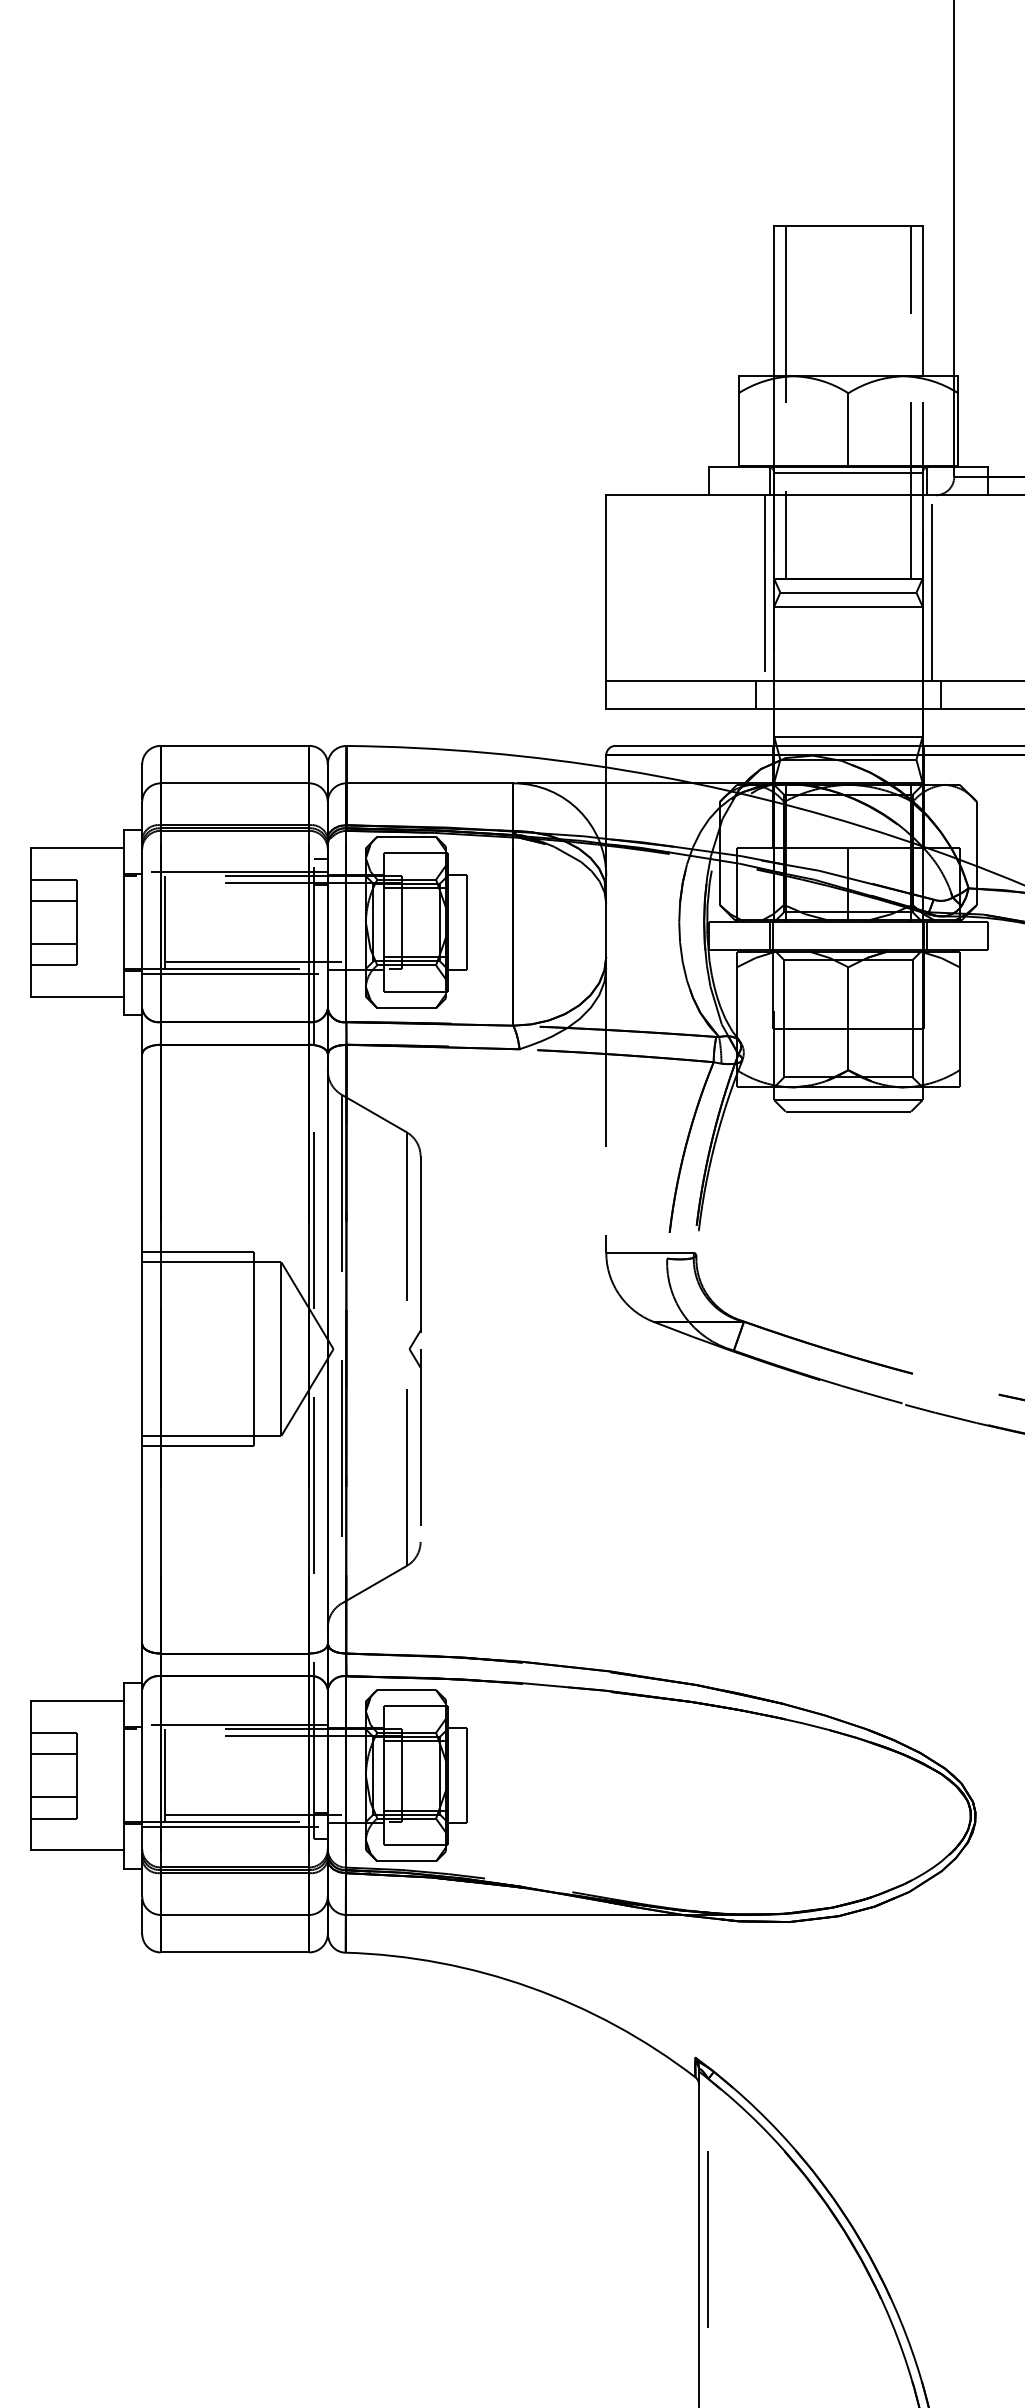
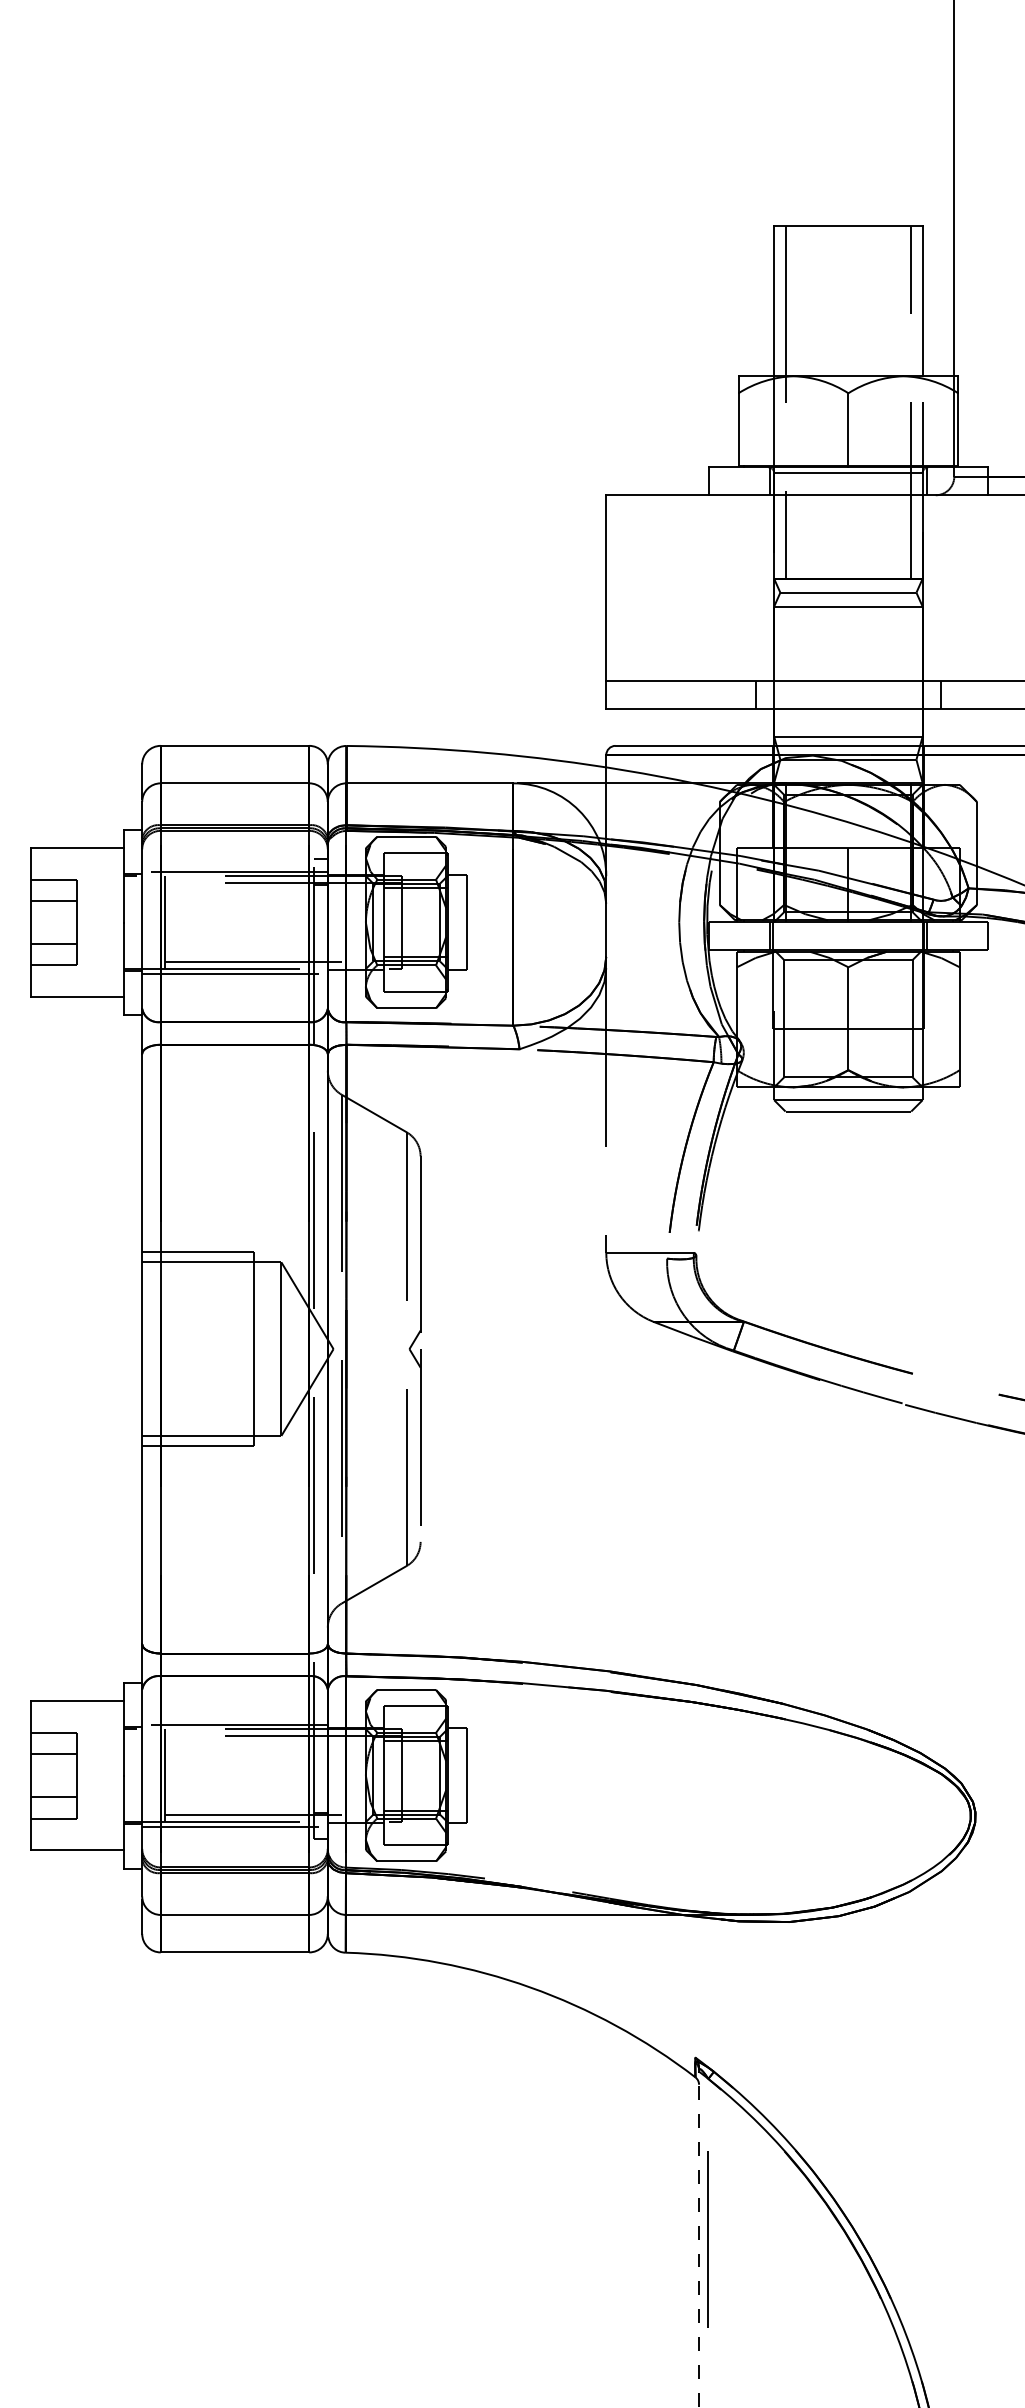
line at (764, 587): present -> none
line at (931, 587): present -> none
line at (699, 2239): solid -> dashed
